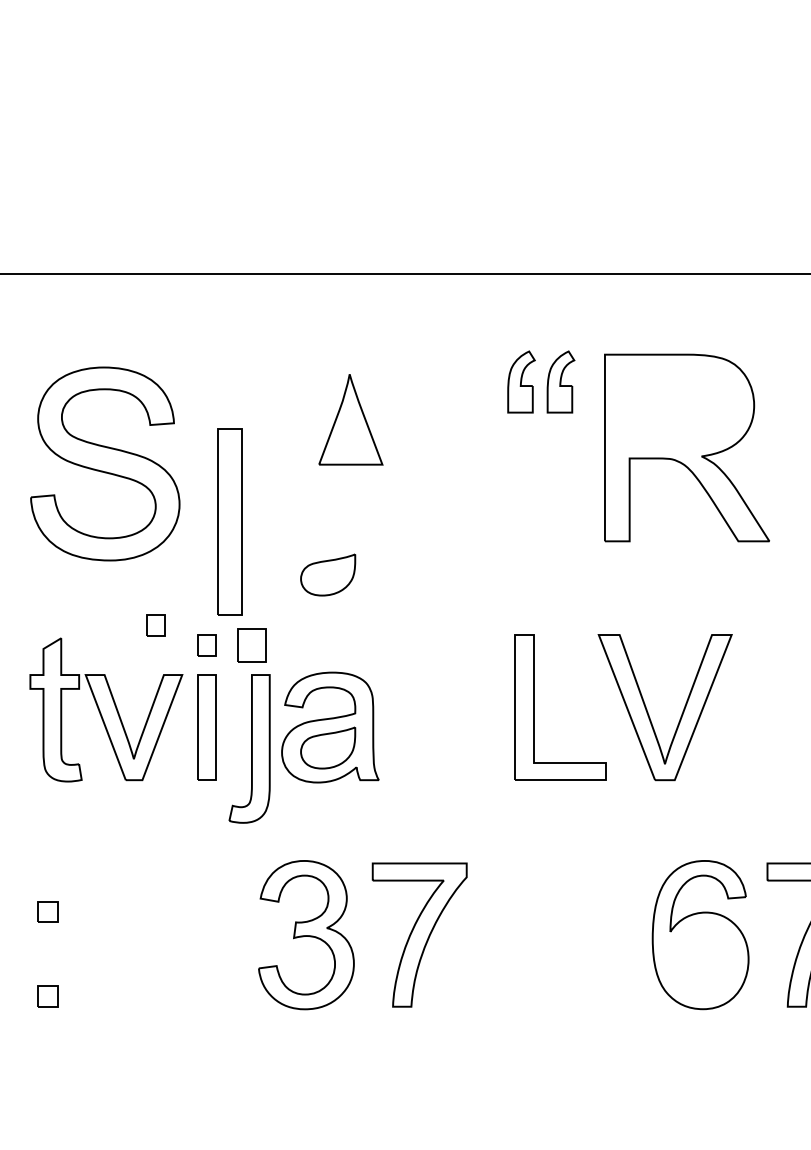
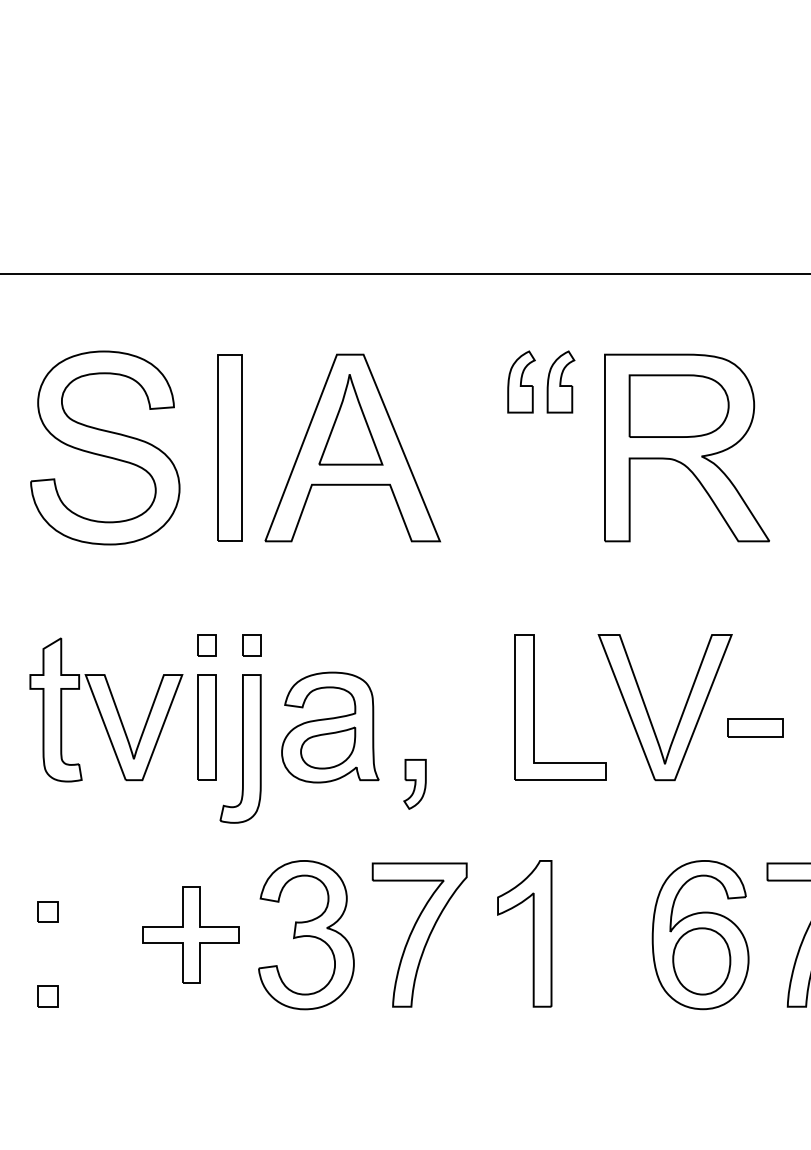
part at (678, 405): none -> present
part at (352, 447): none -> present
part at (105, 463) position: (105, 463) -> (105, 447)
part at (229, 521) position: (229, 521) -> (229, 447)
part at (328, 574): present -> none
part at (155, 625): present -> none
part at (251, 645) size: 30x35 px -> 20x23 px
part at (755, 727): none -> present
part at (249, 748) position: (249, 748) -> (240, 748)
part at (414, 784): none -> present
part at (532, 933): none -> present
part at (190, 934): none -> present
part at (701, 961): none -> present
